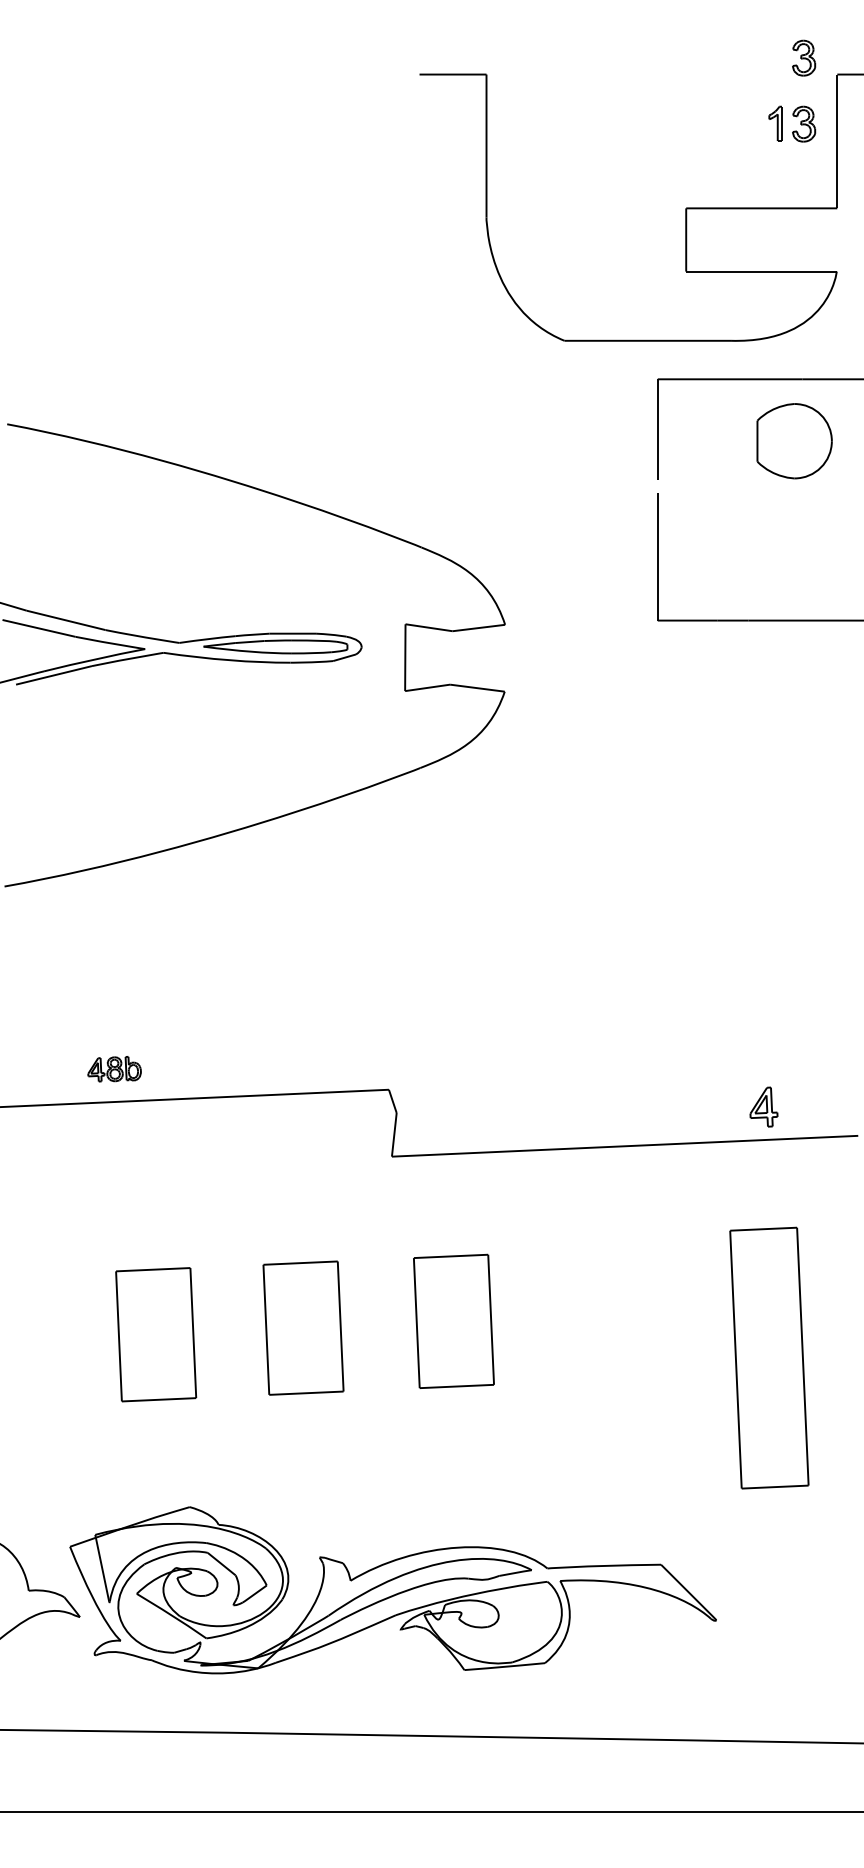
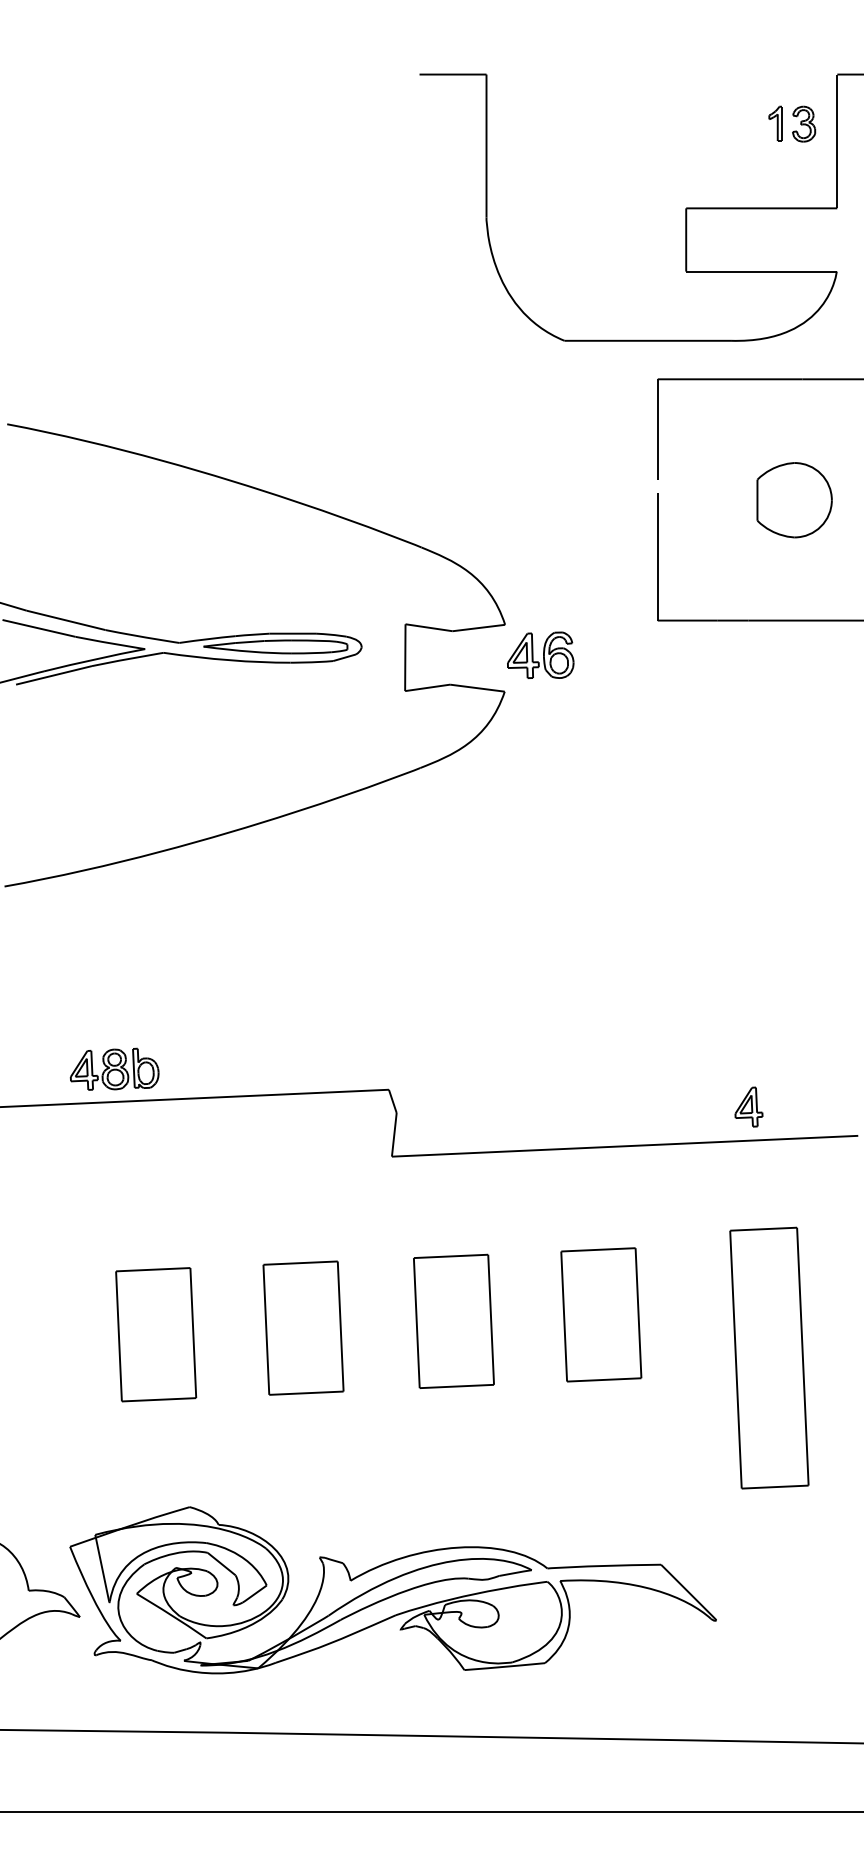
part at (804, 57): present -> none
part at (794, 441) position: (794, 441) -> (794, 500)
part at (540, 654): none -> present
part at (114, 1069) size: 55x27 px -> 91x44 px
part at (763, 1106) position: (763, 1106) -> (748, 1106)
part at (601, 1314): none -> present
